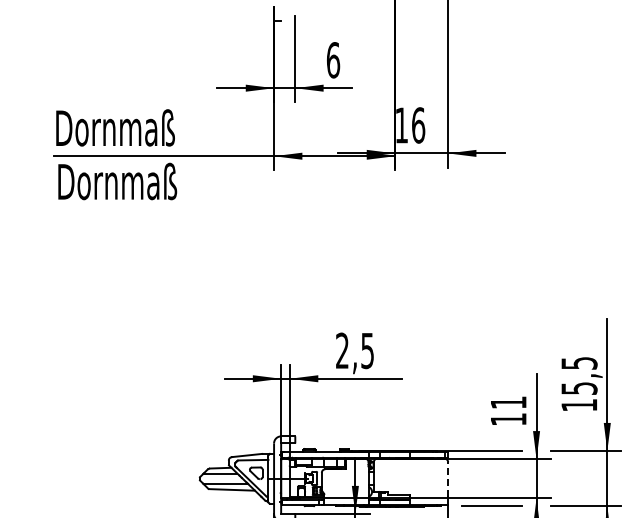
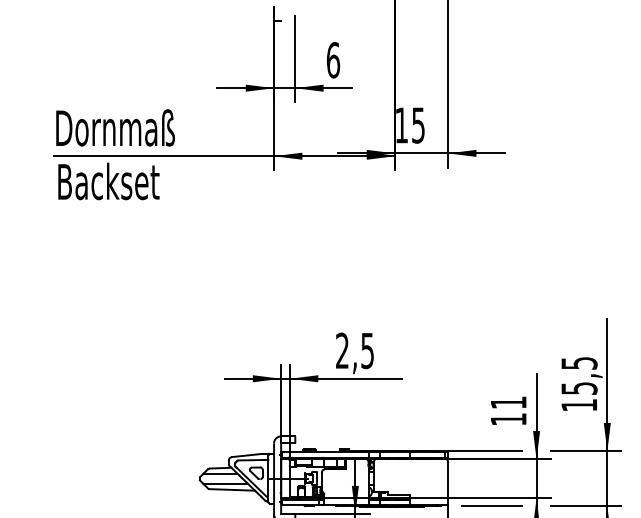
text at (418, 125): 16 -> 15
text at (119, 181): Dornmaß -> Backset
line at (448, 479): dashed -> solid
